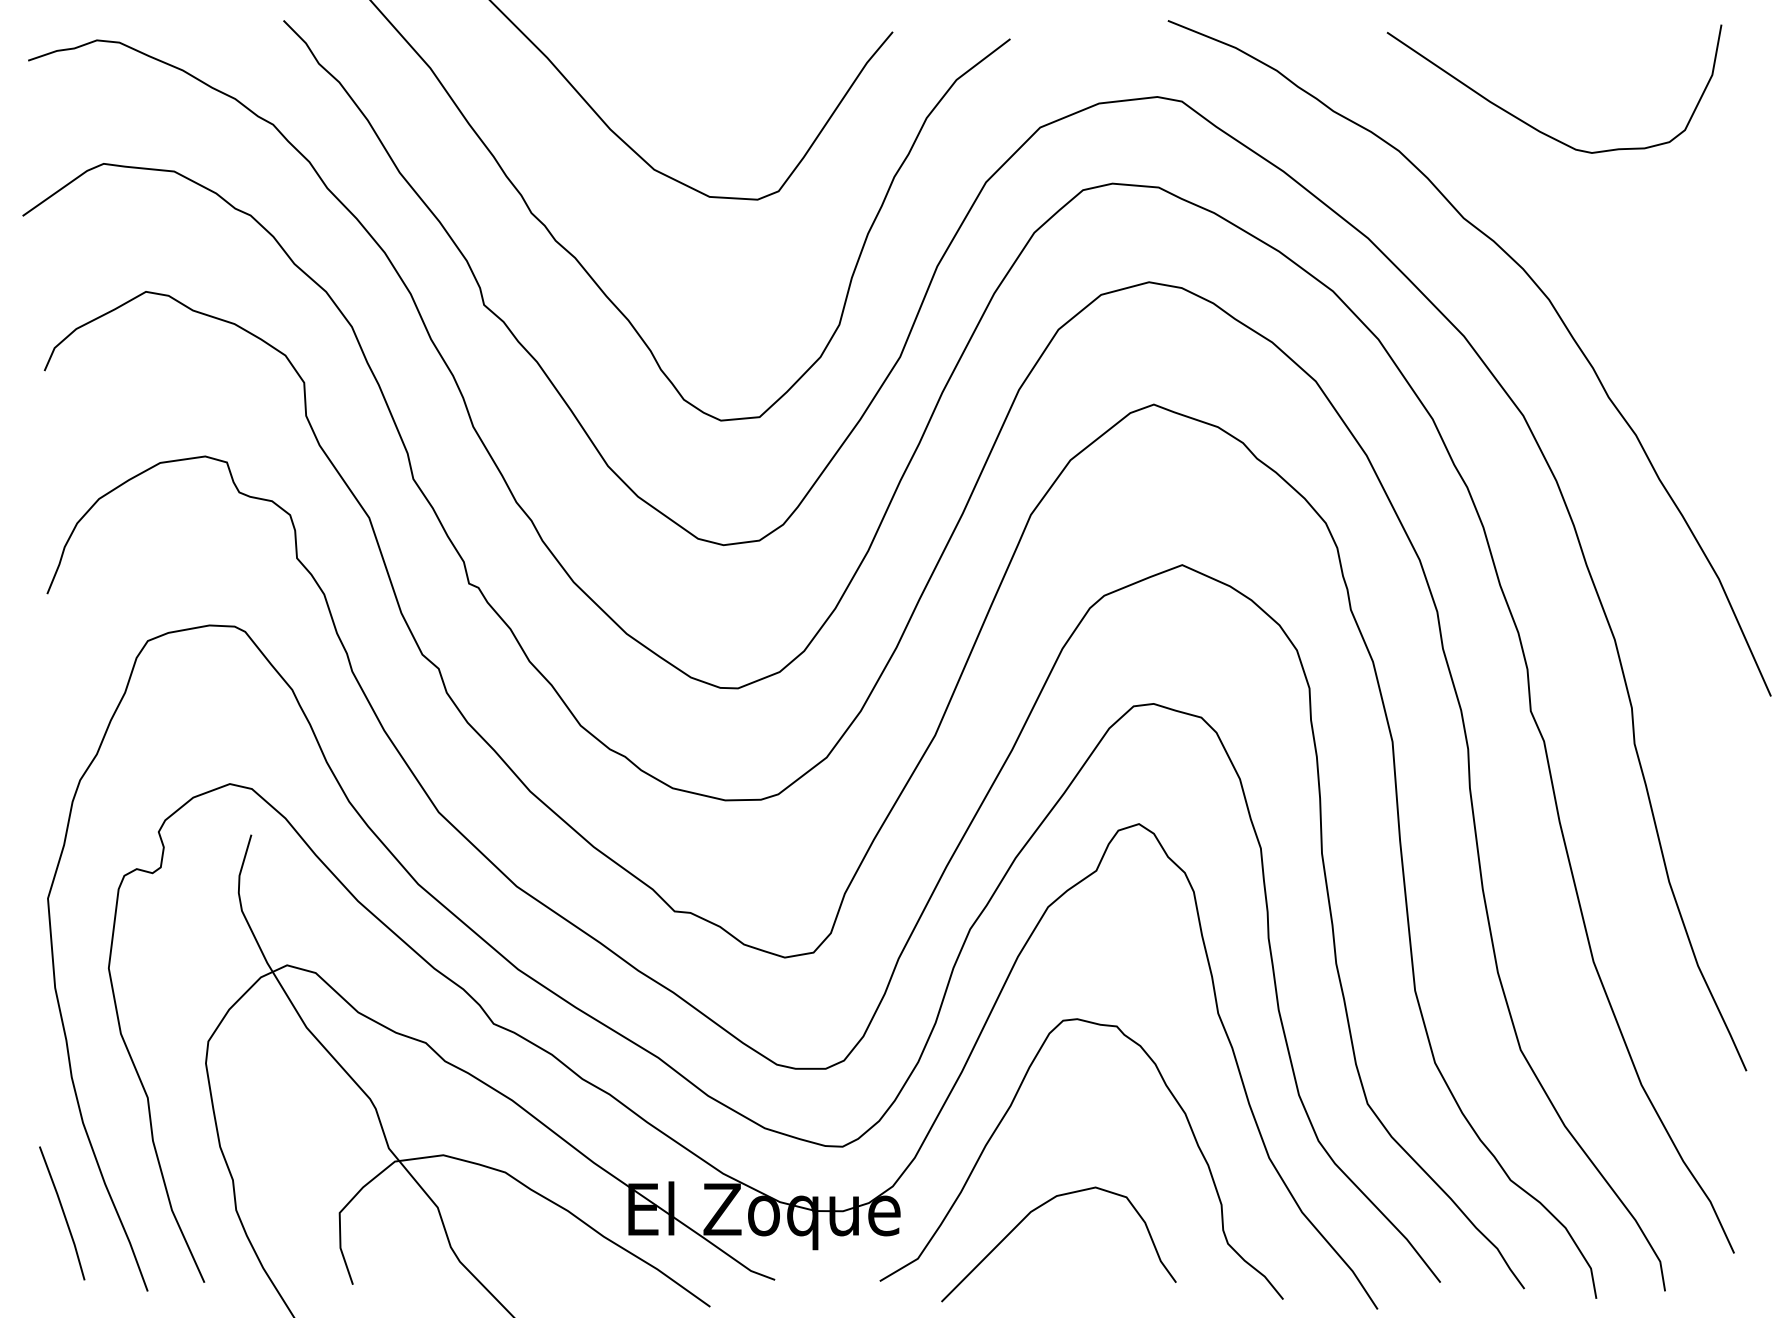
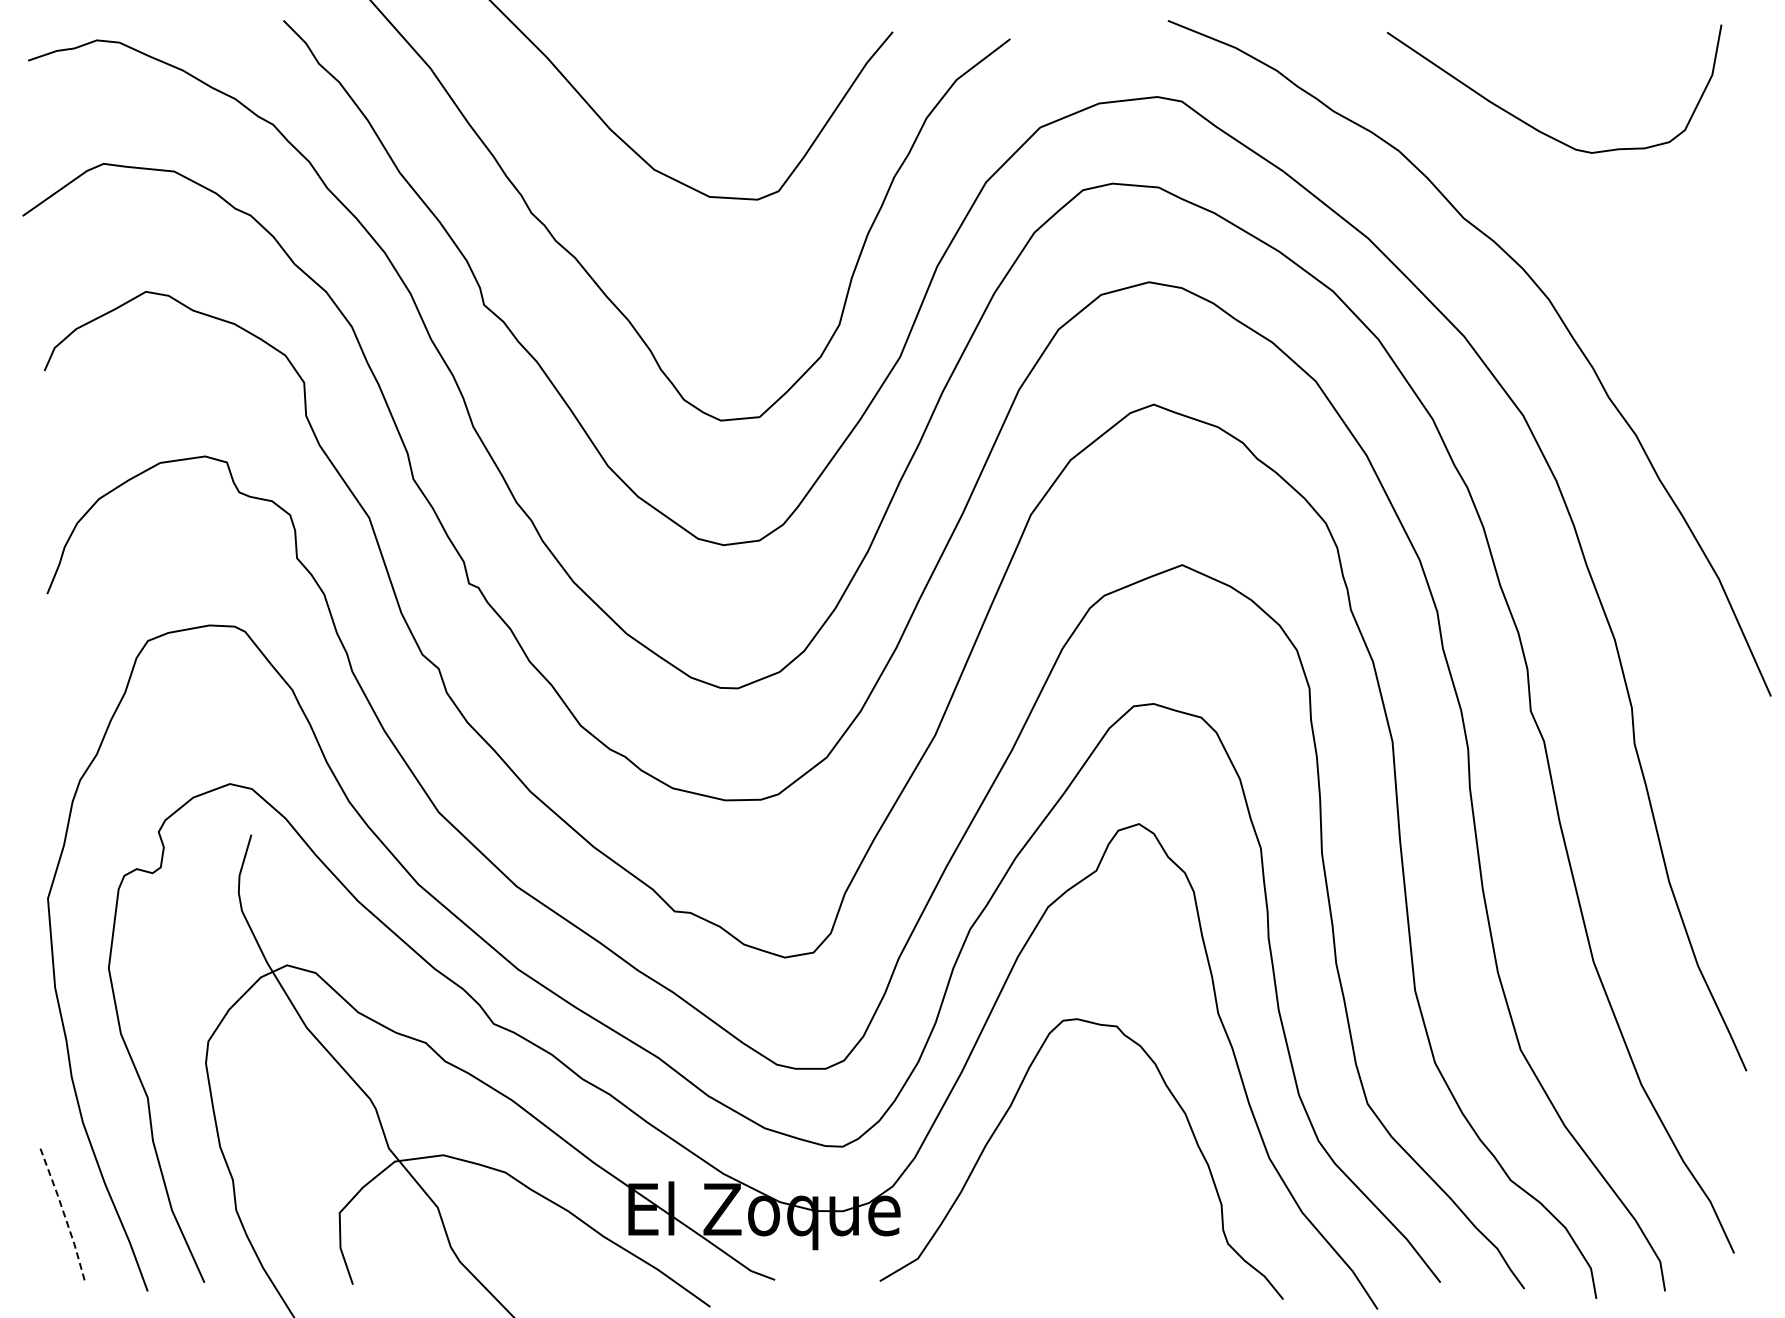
curve at (1035, 1210): present -> none
line at (63, 1212): solid -> dashed
